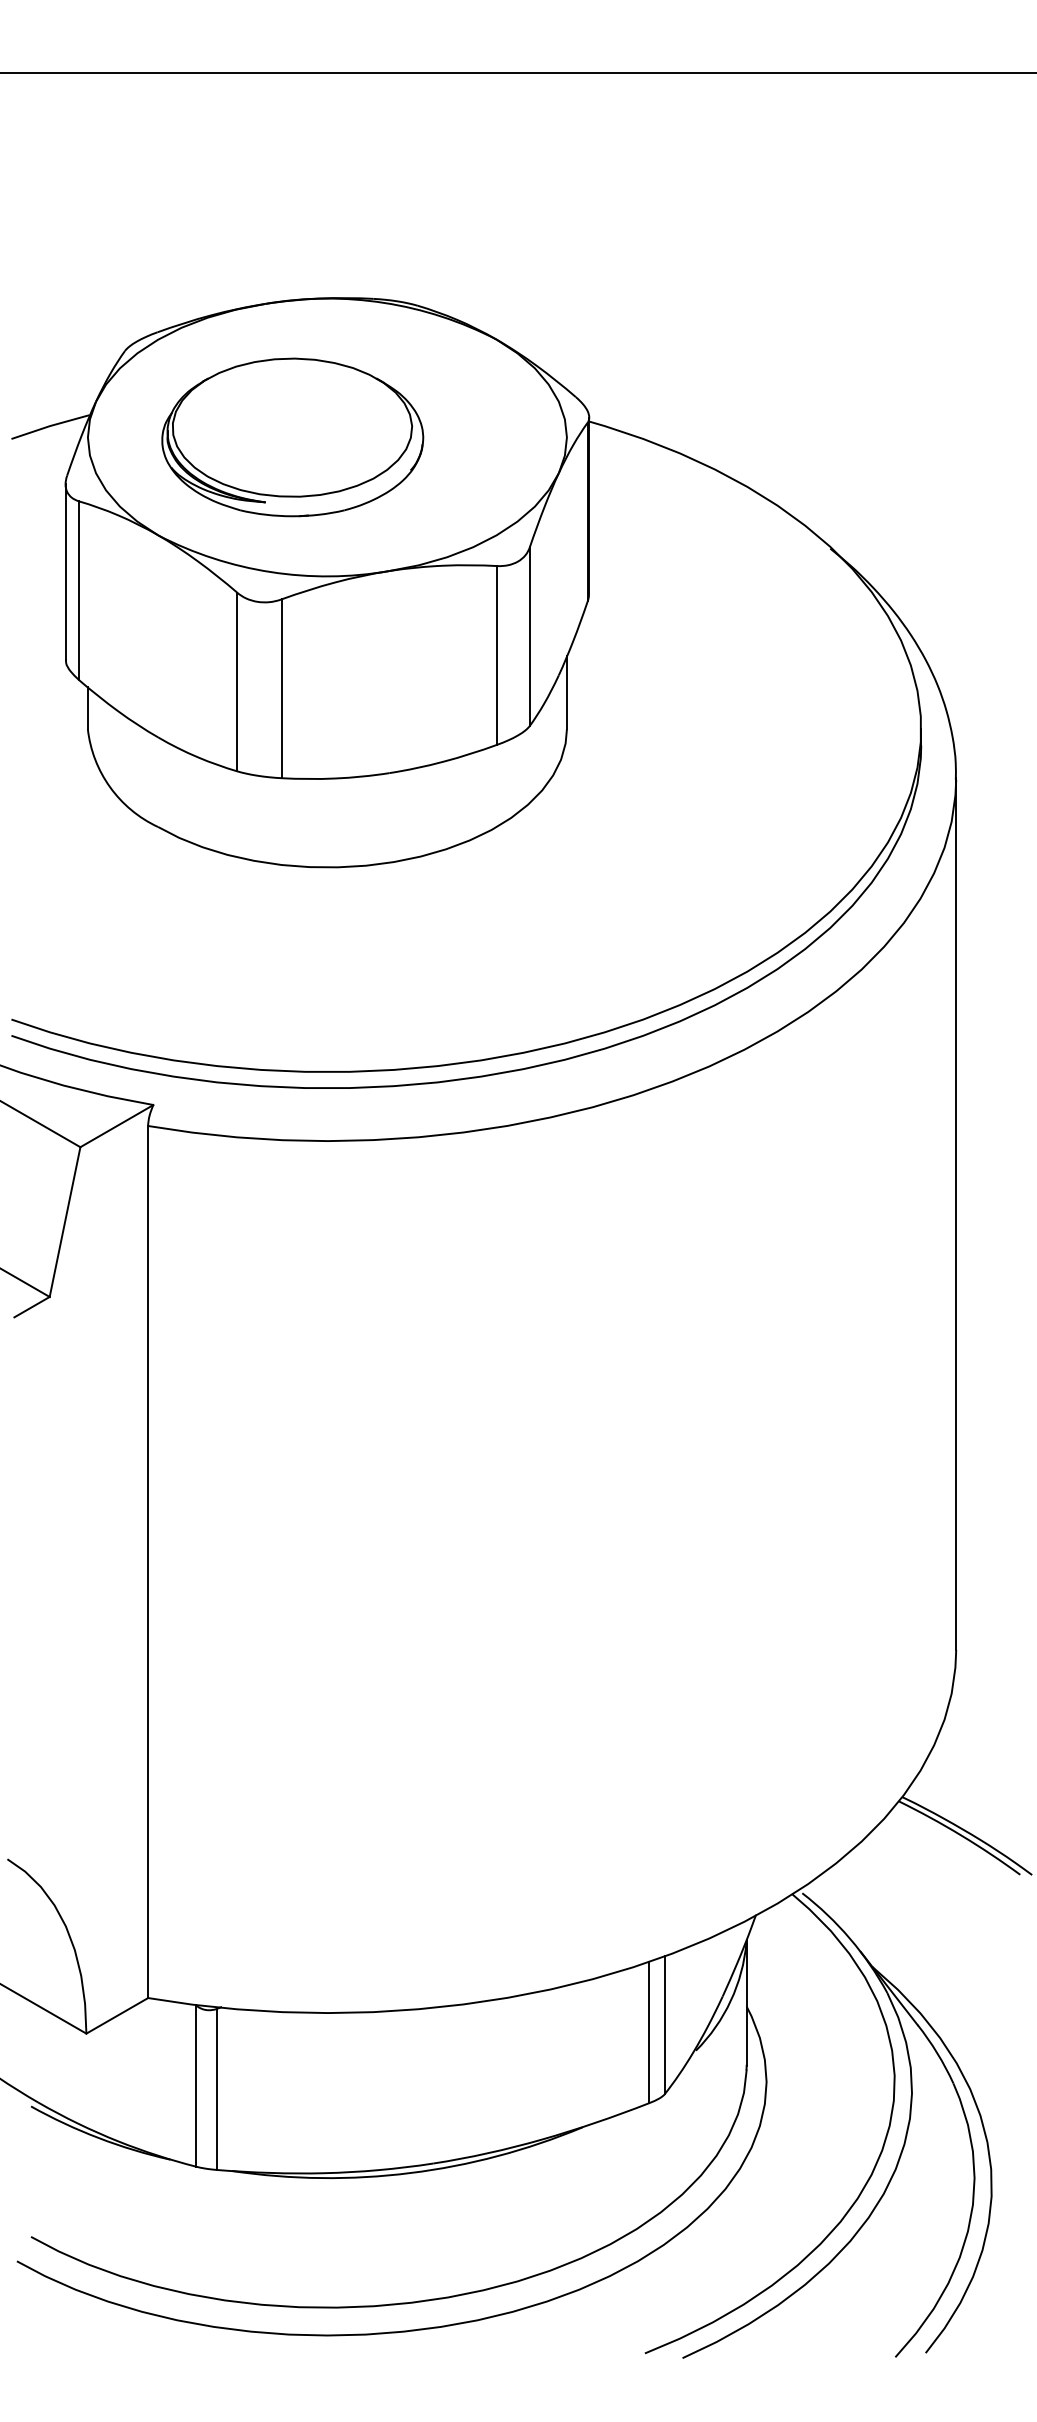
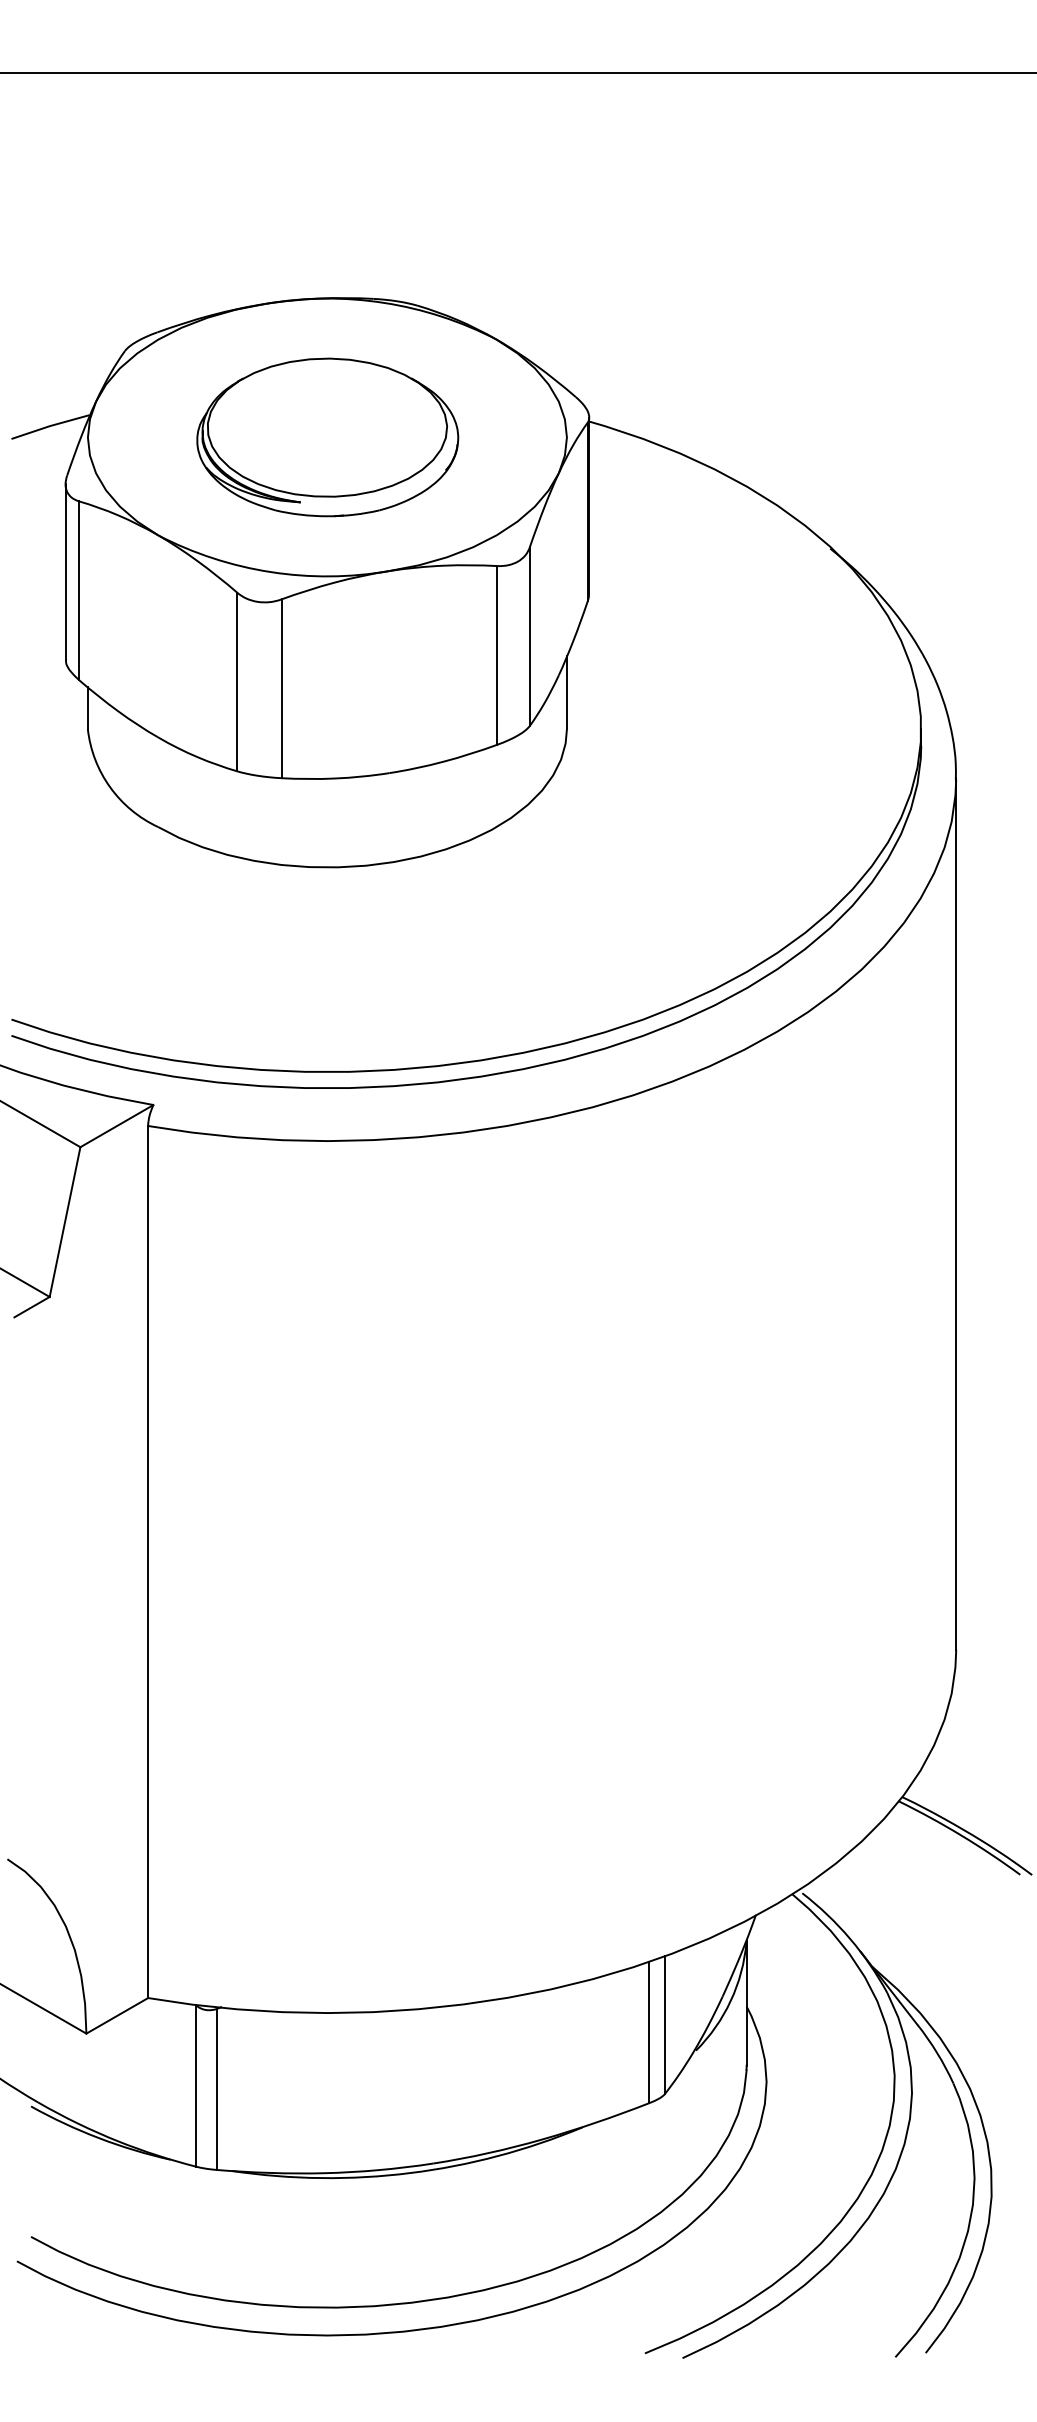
part at (292, 437) position: (292, 437) -> (327, 437)
